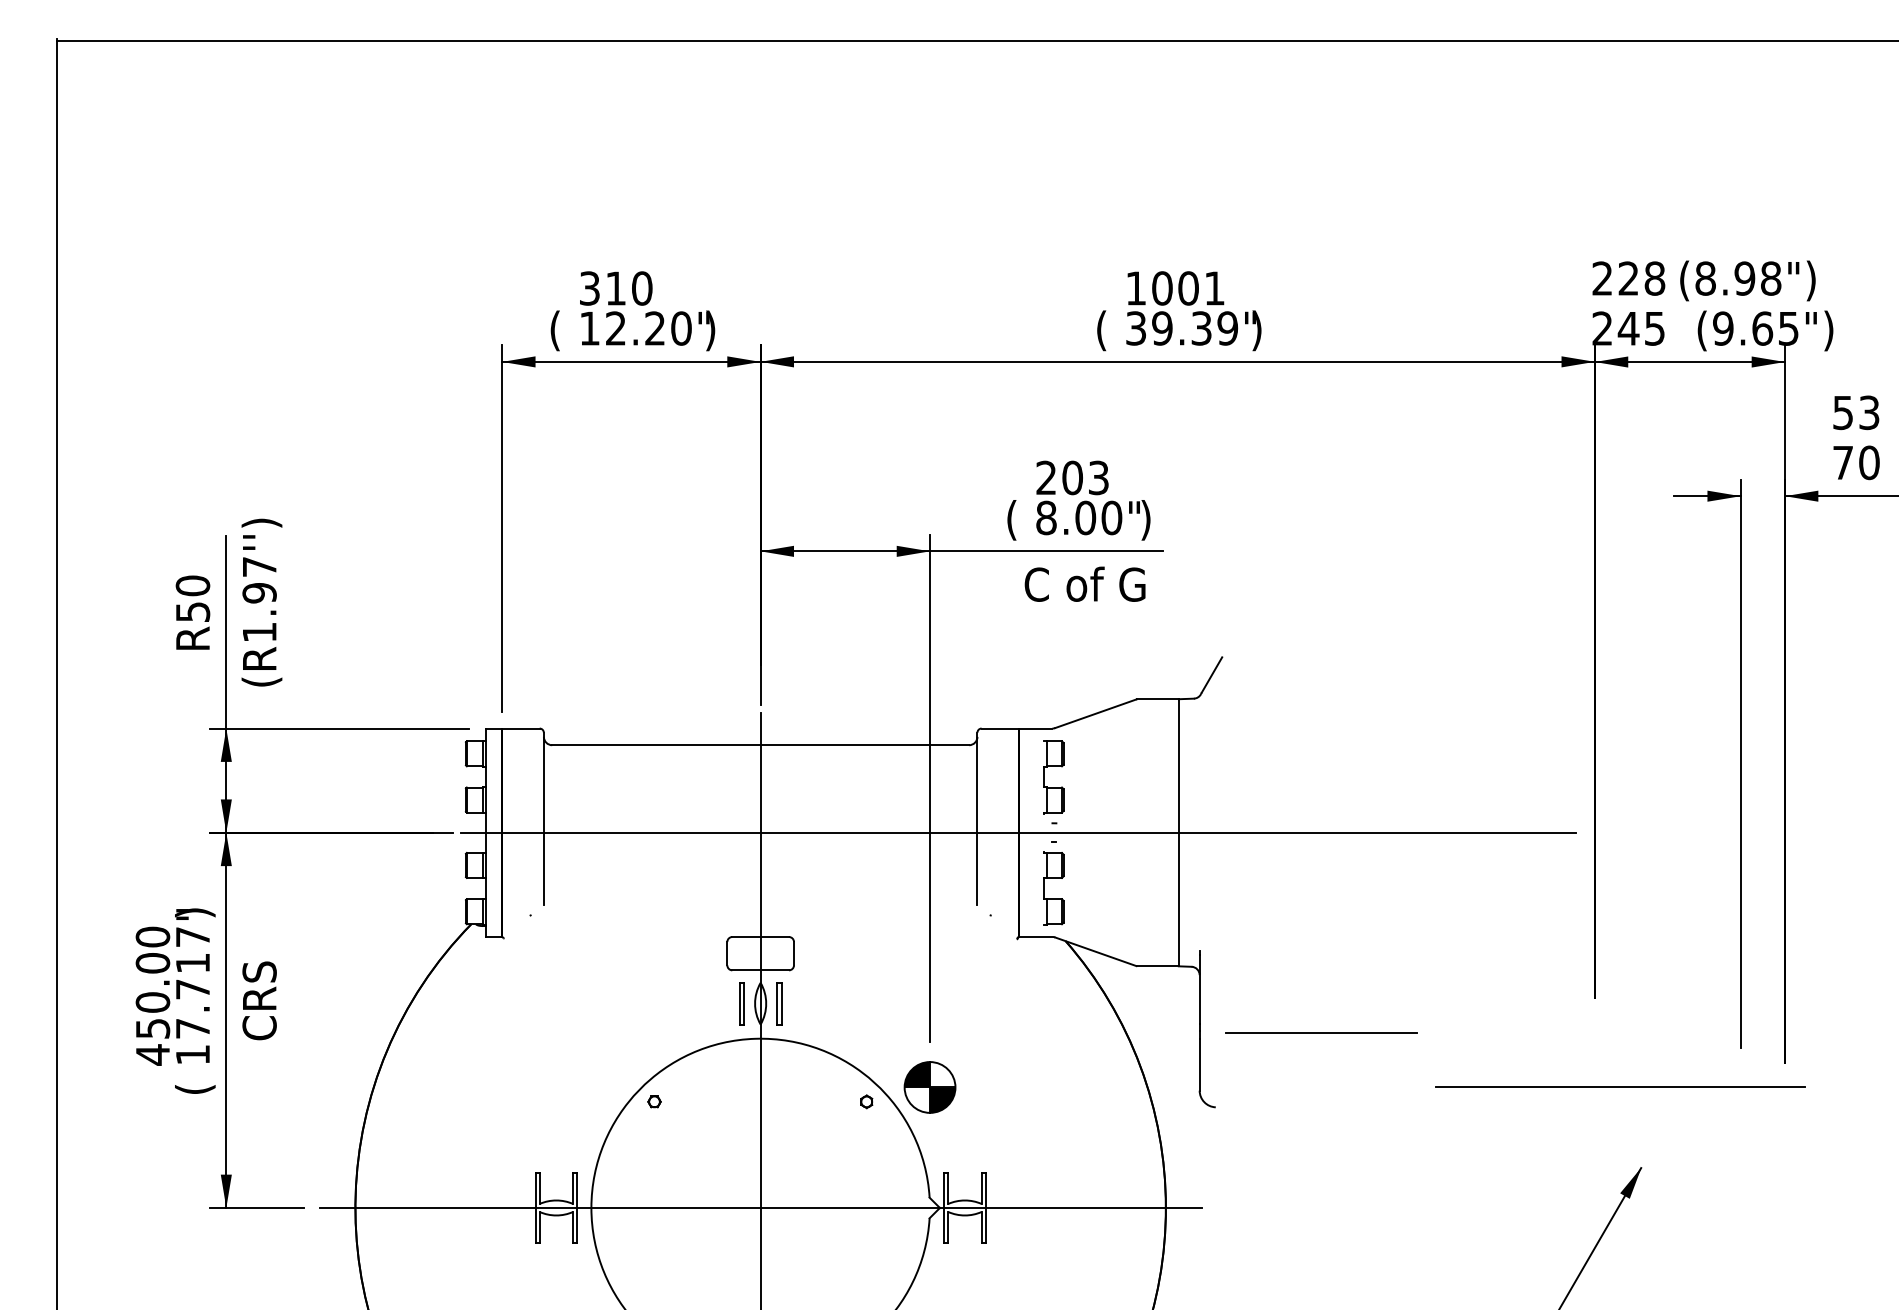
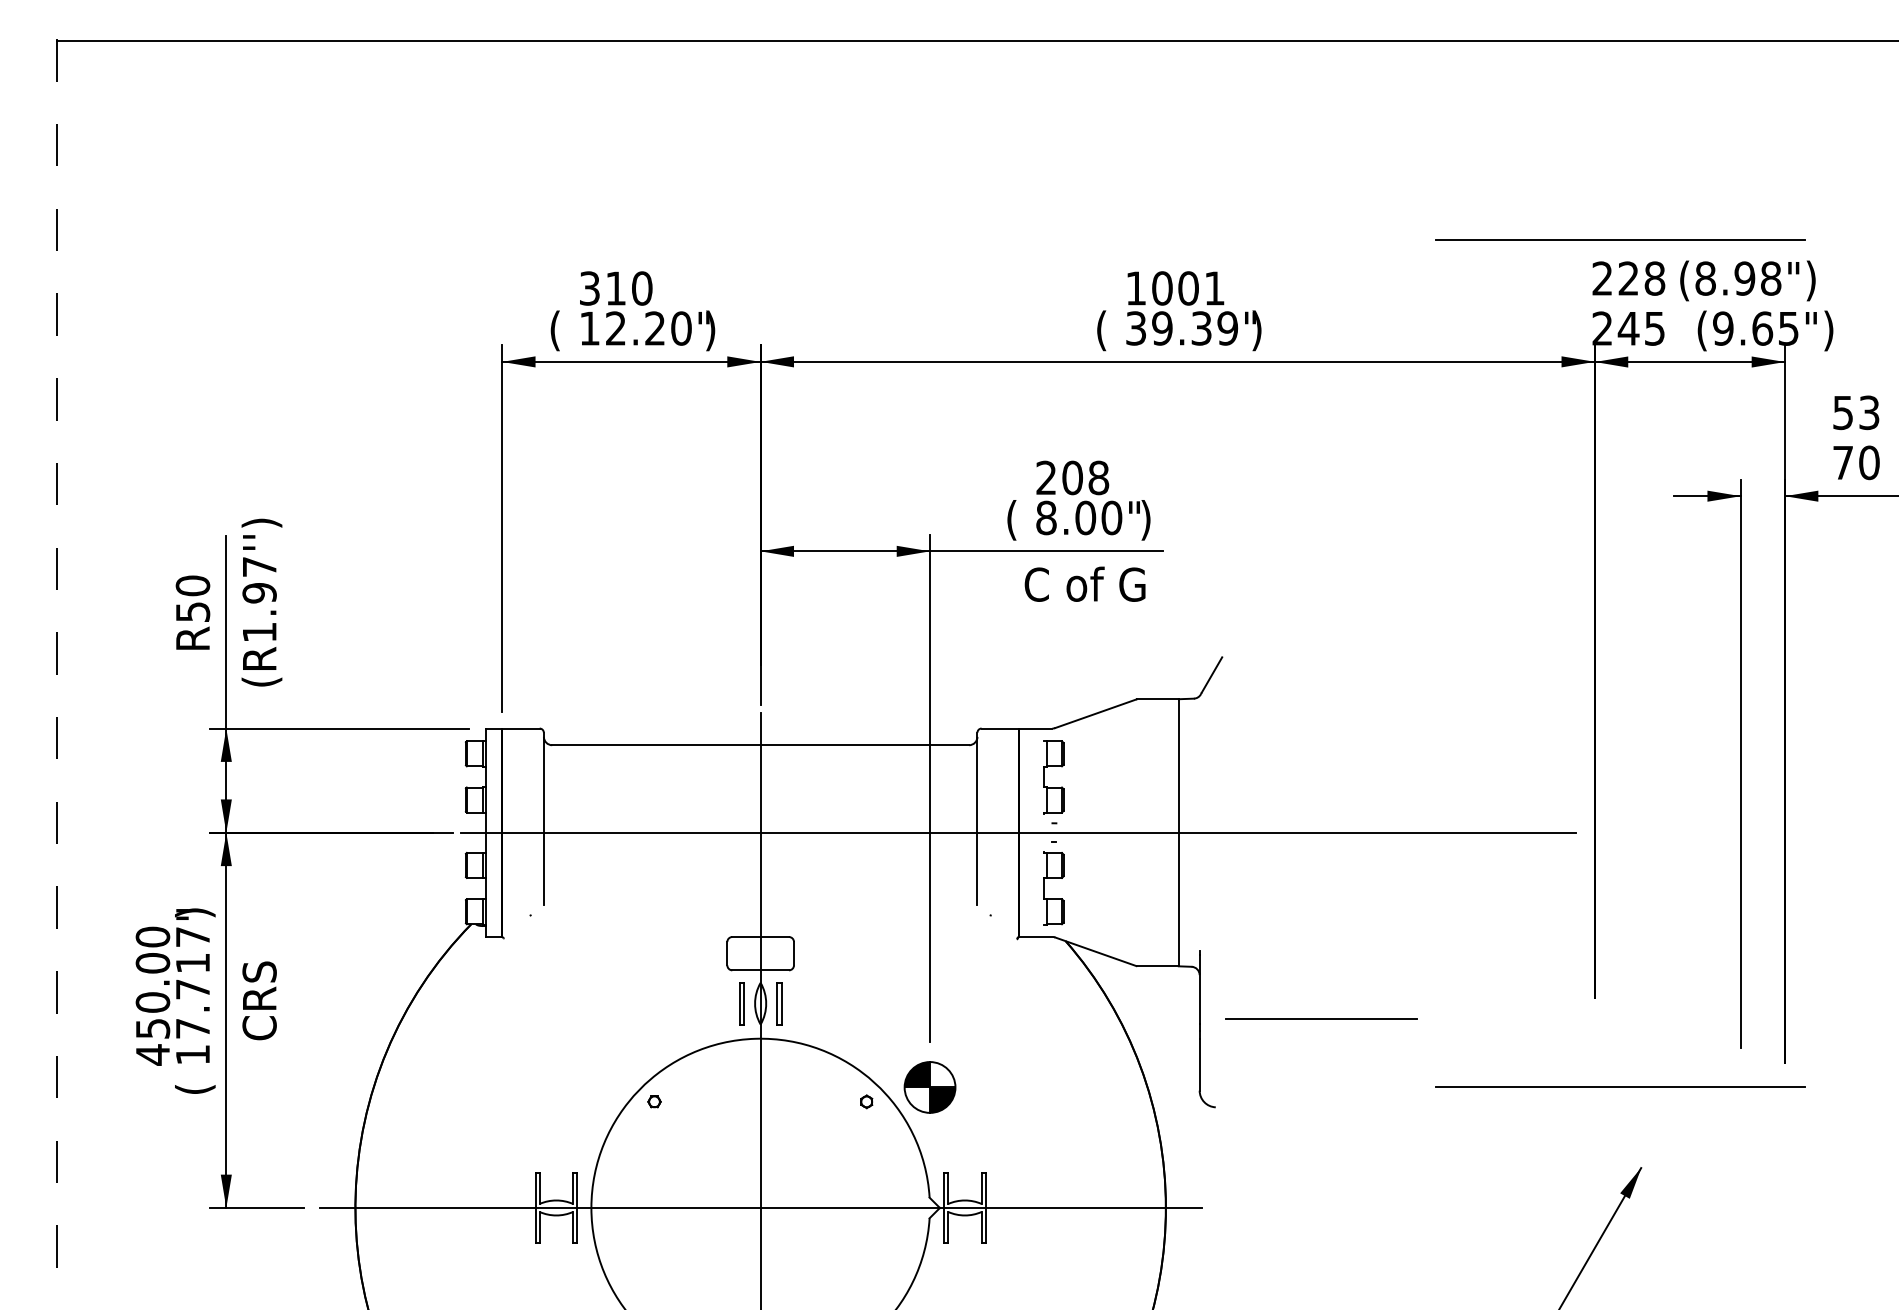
line at (1620, 239): none -> present
text at (1098, 477): 203 -> 208
line at (56, 674): solid -> dashed
line at (1321, 1032) position: (1321, 1032) -> (1321, 1018)
